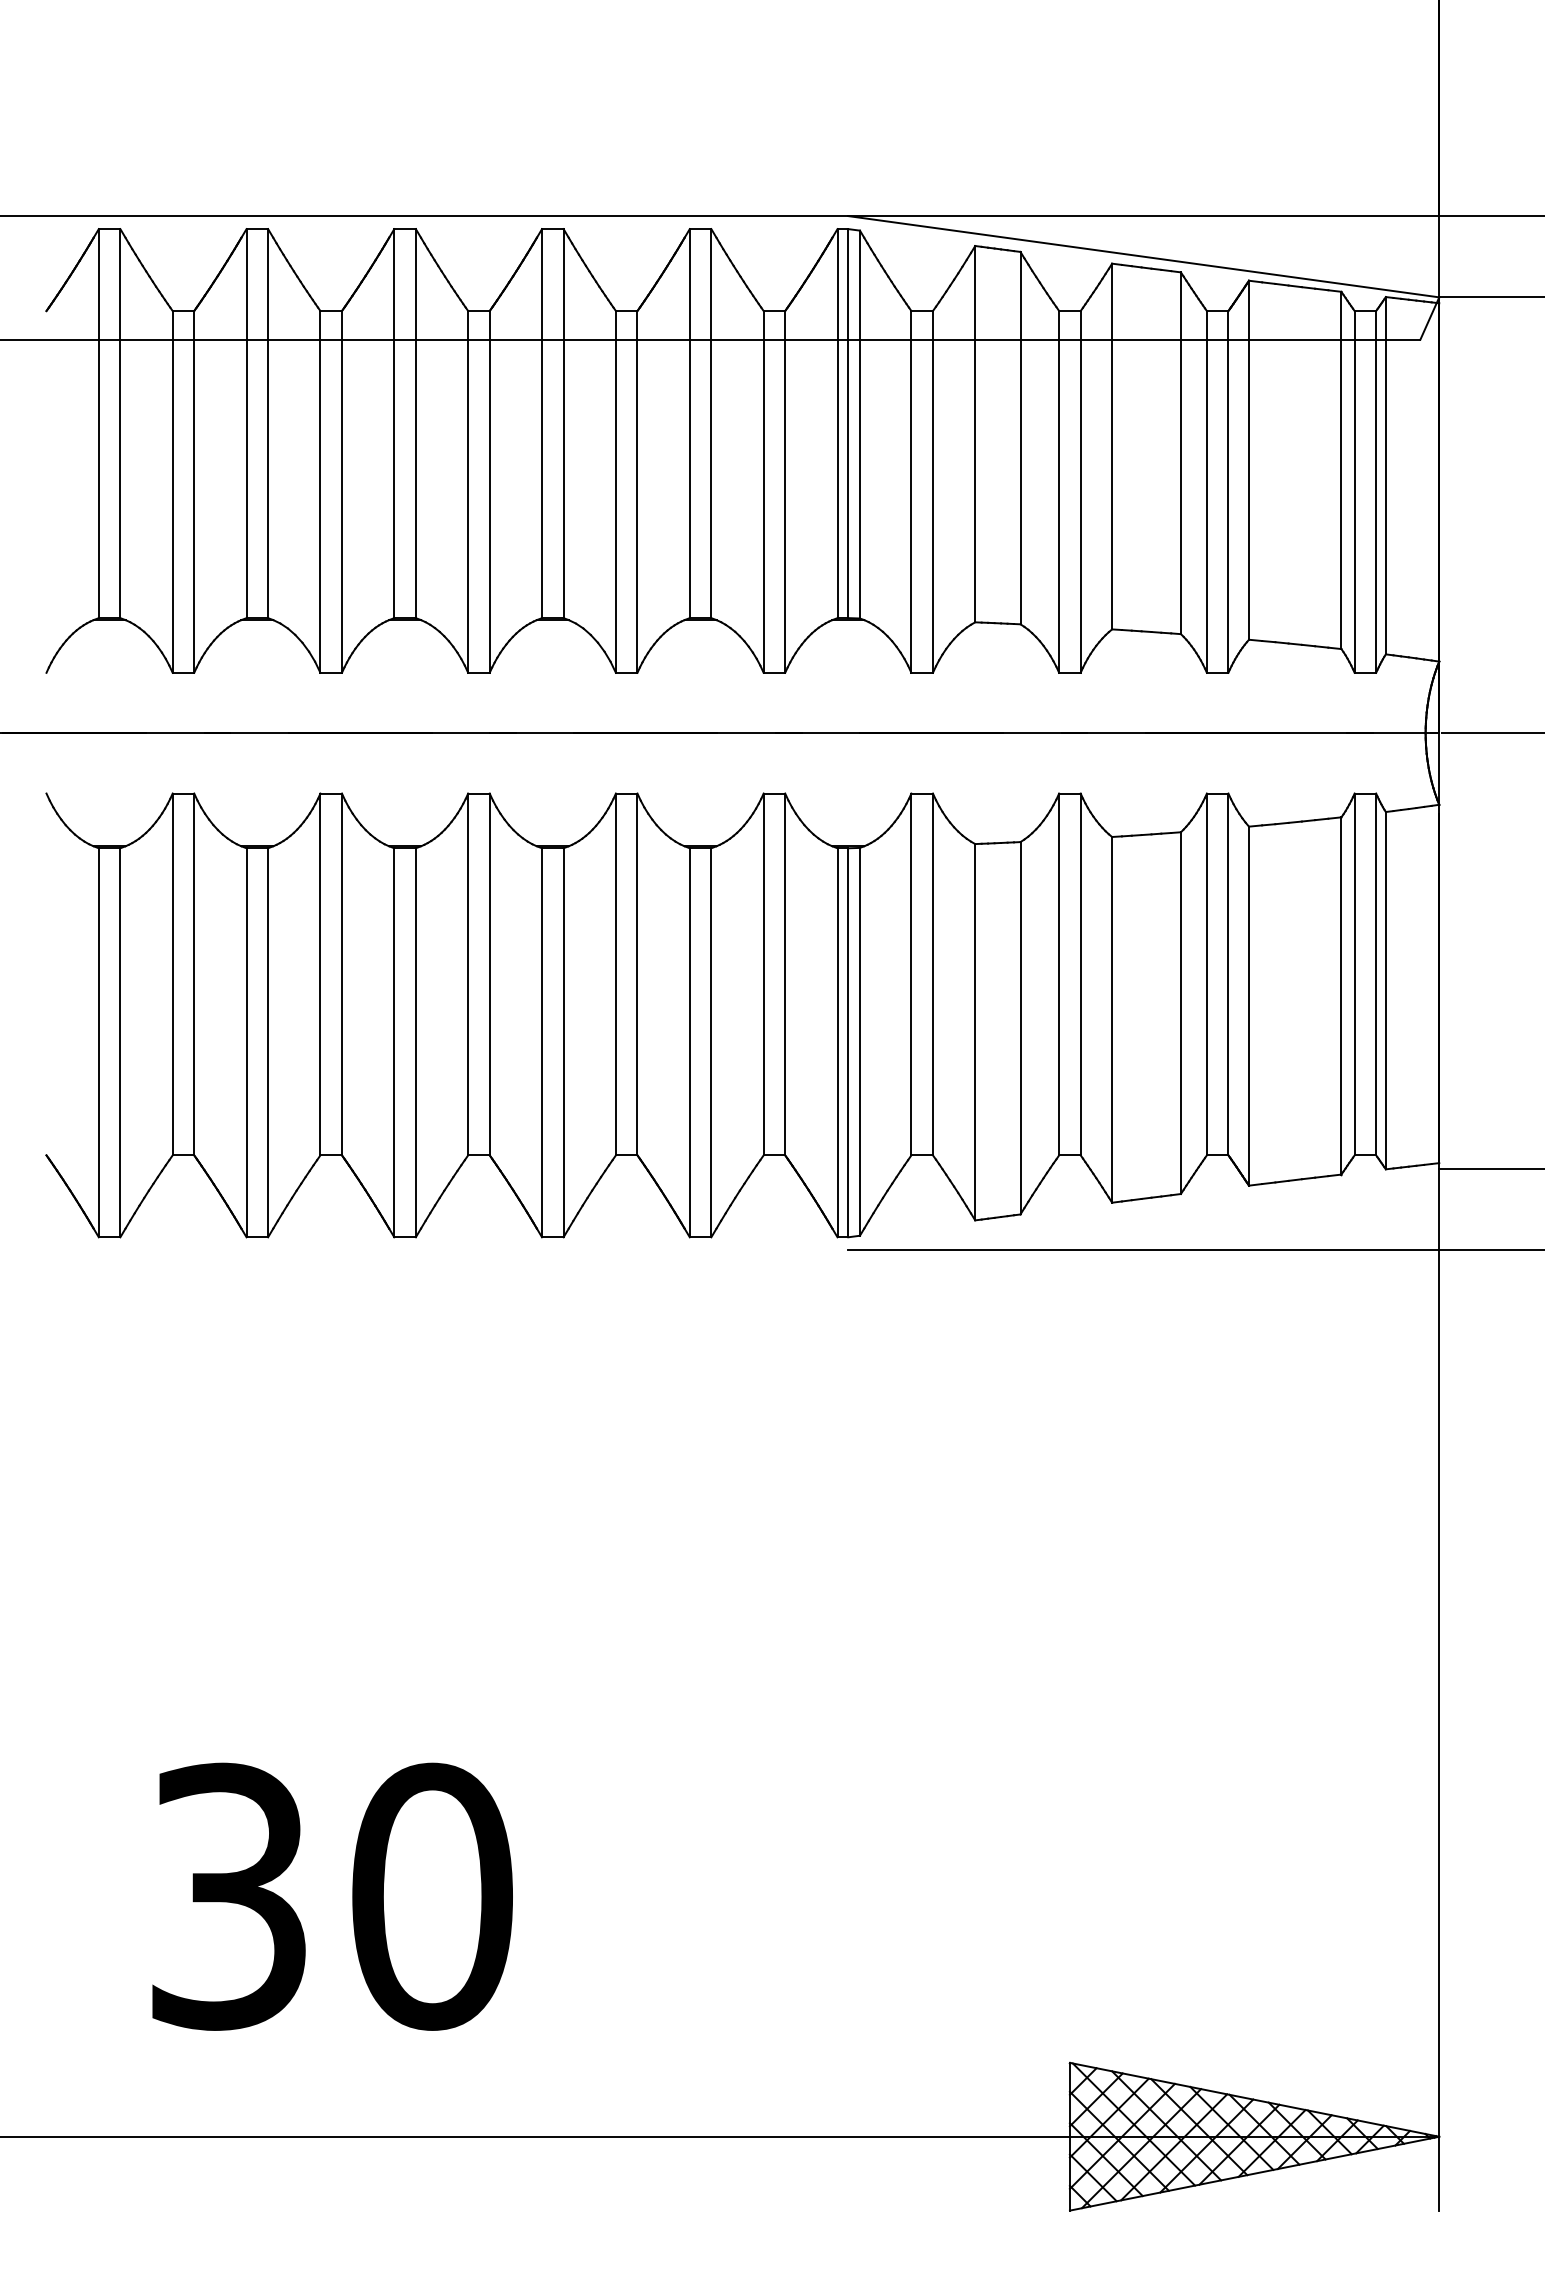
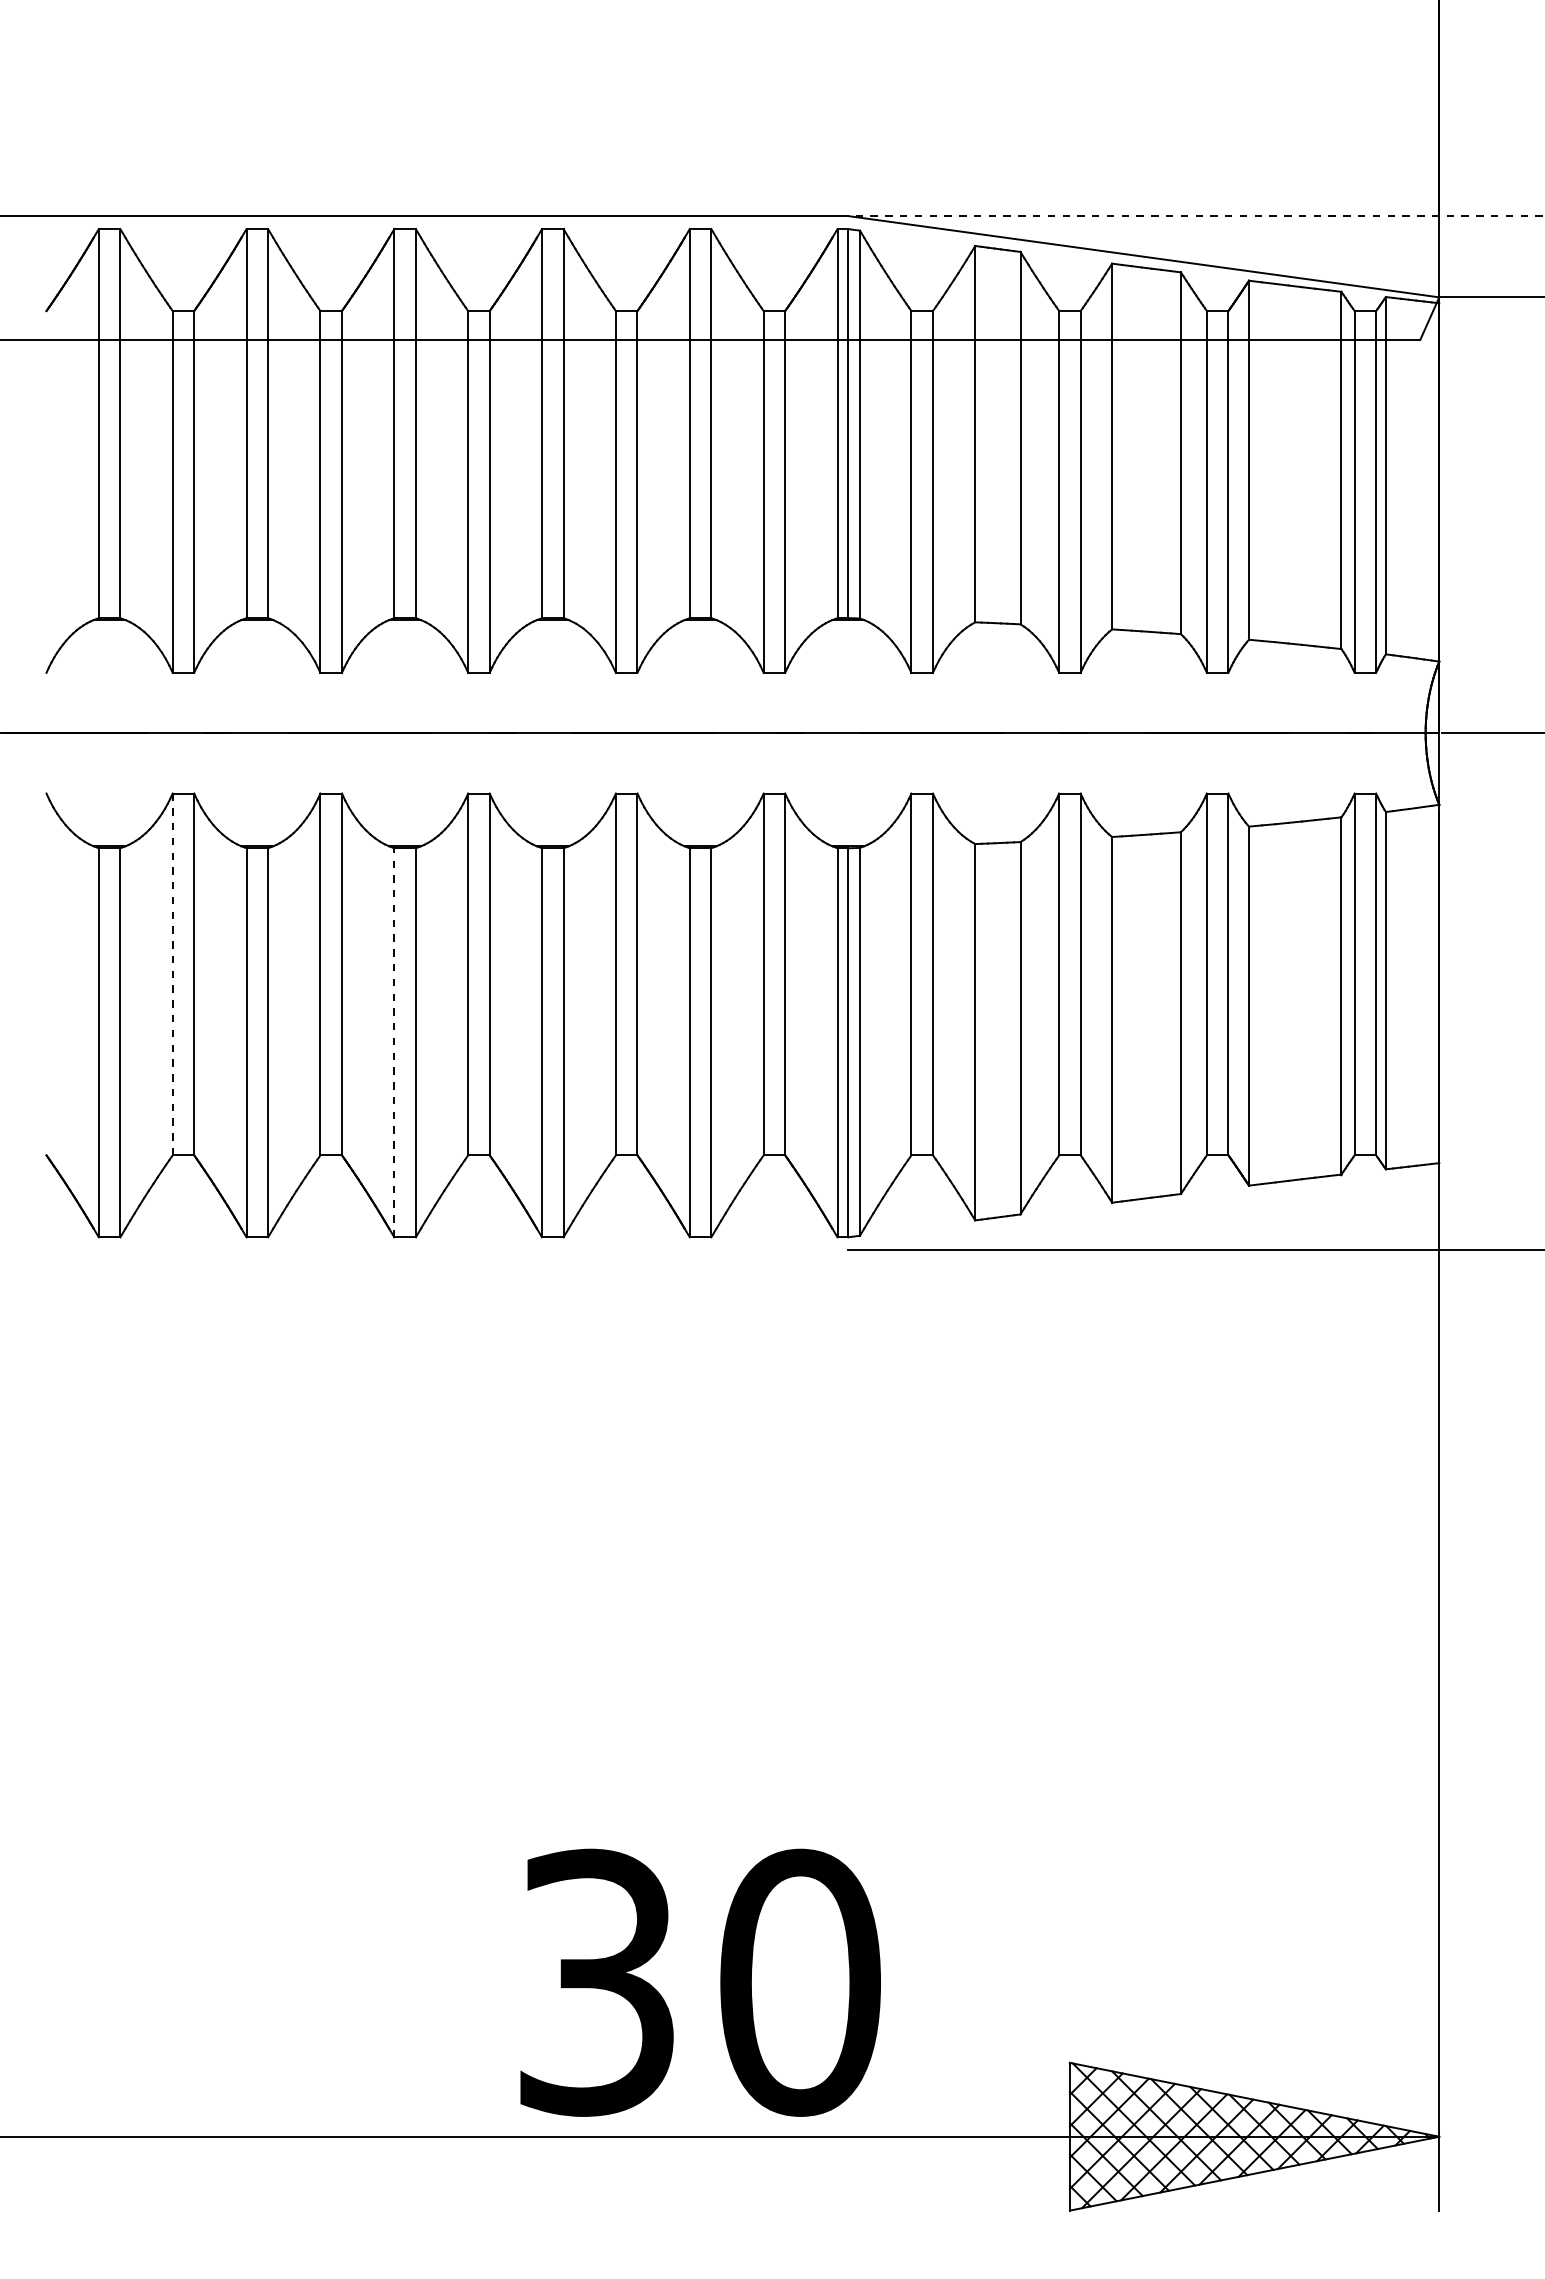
line at (1196, 216): solid -> dashed
line at (172, 974): solid -> dashed
line at (394, 1042): solid -> dashed
line at (1490, 1169): present -> none
text at (332, 1896) position: (332, 1896) -> (700, 1982)
